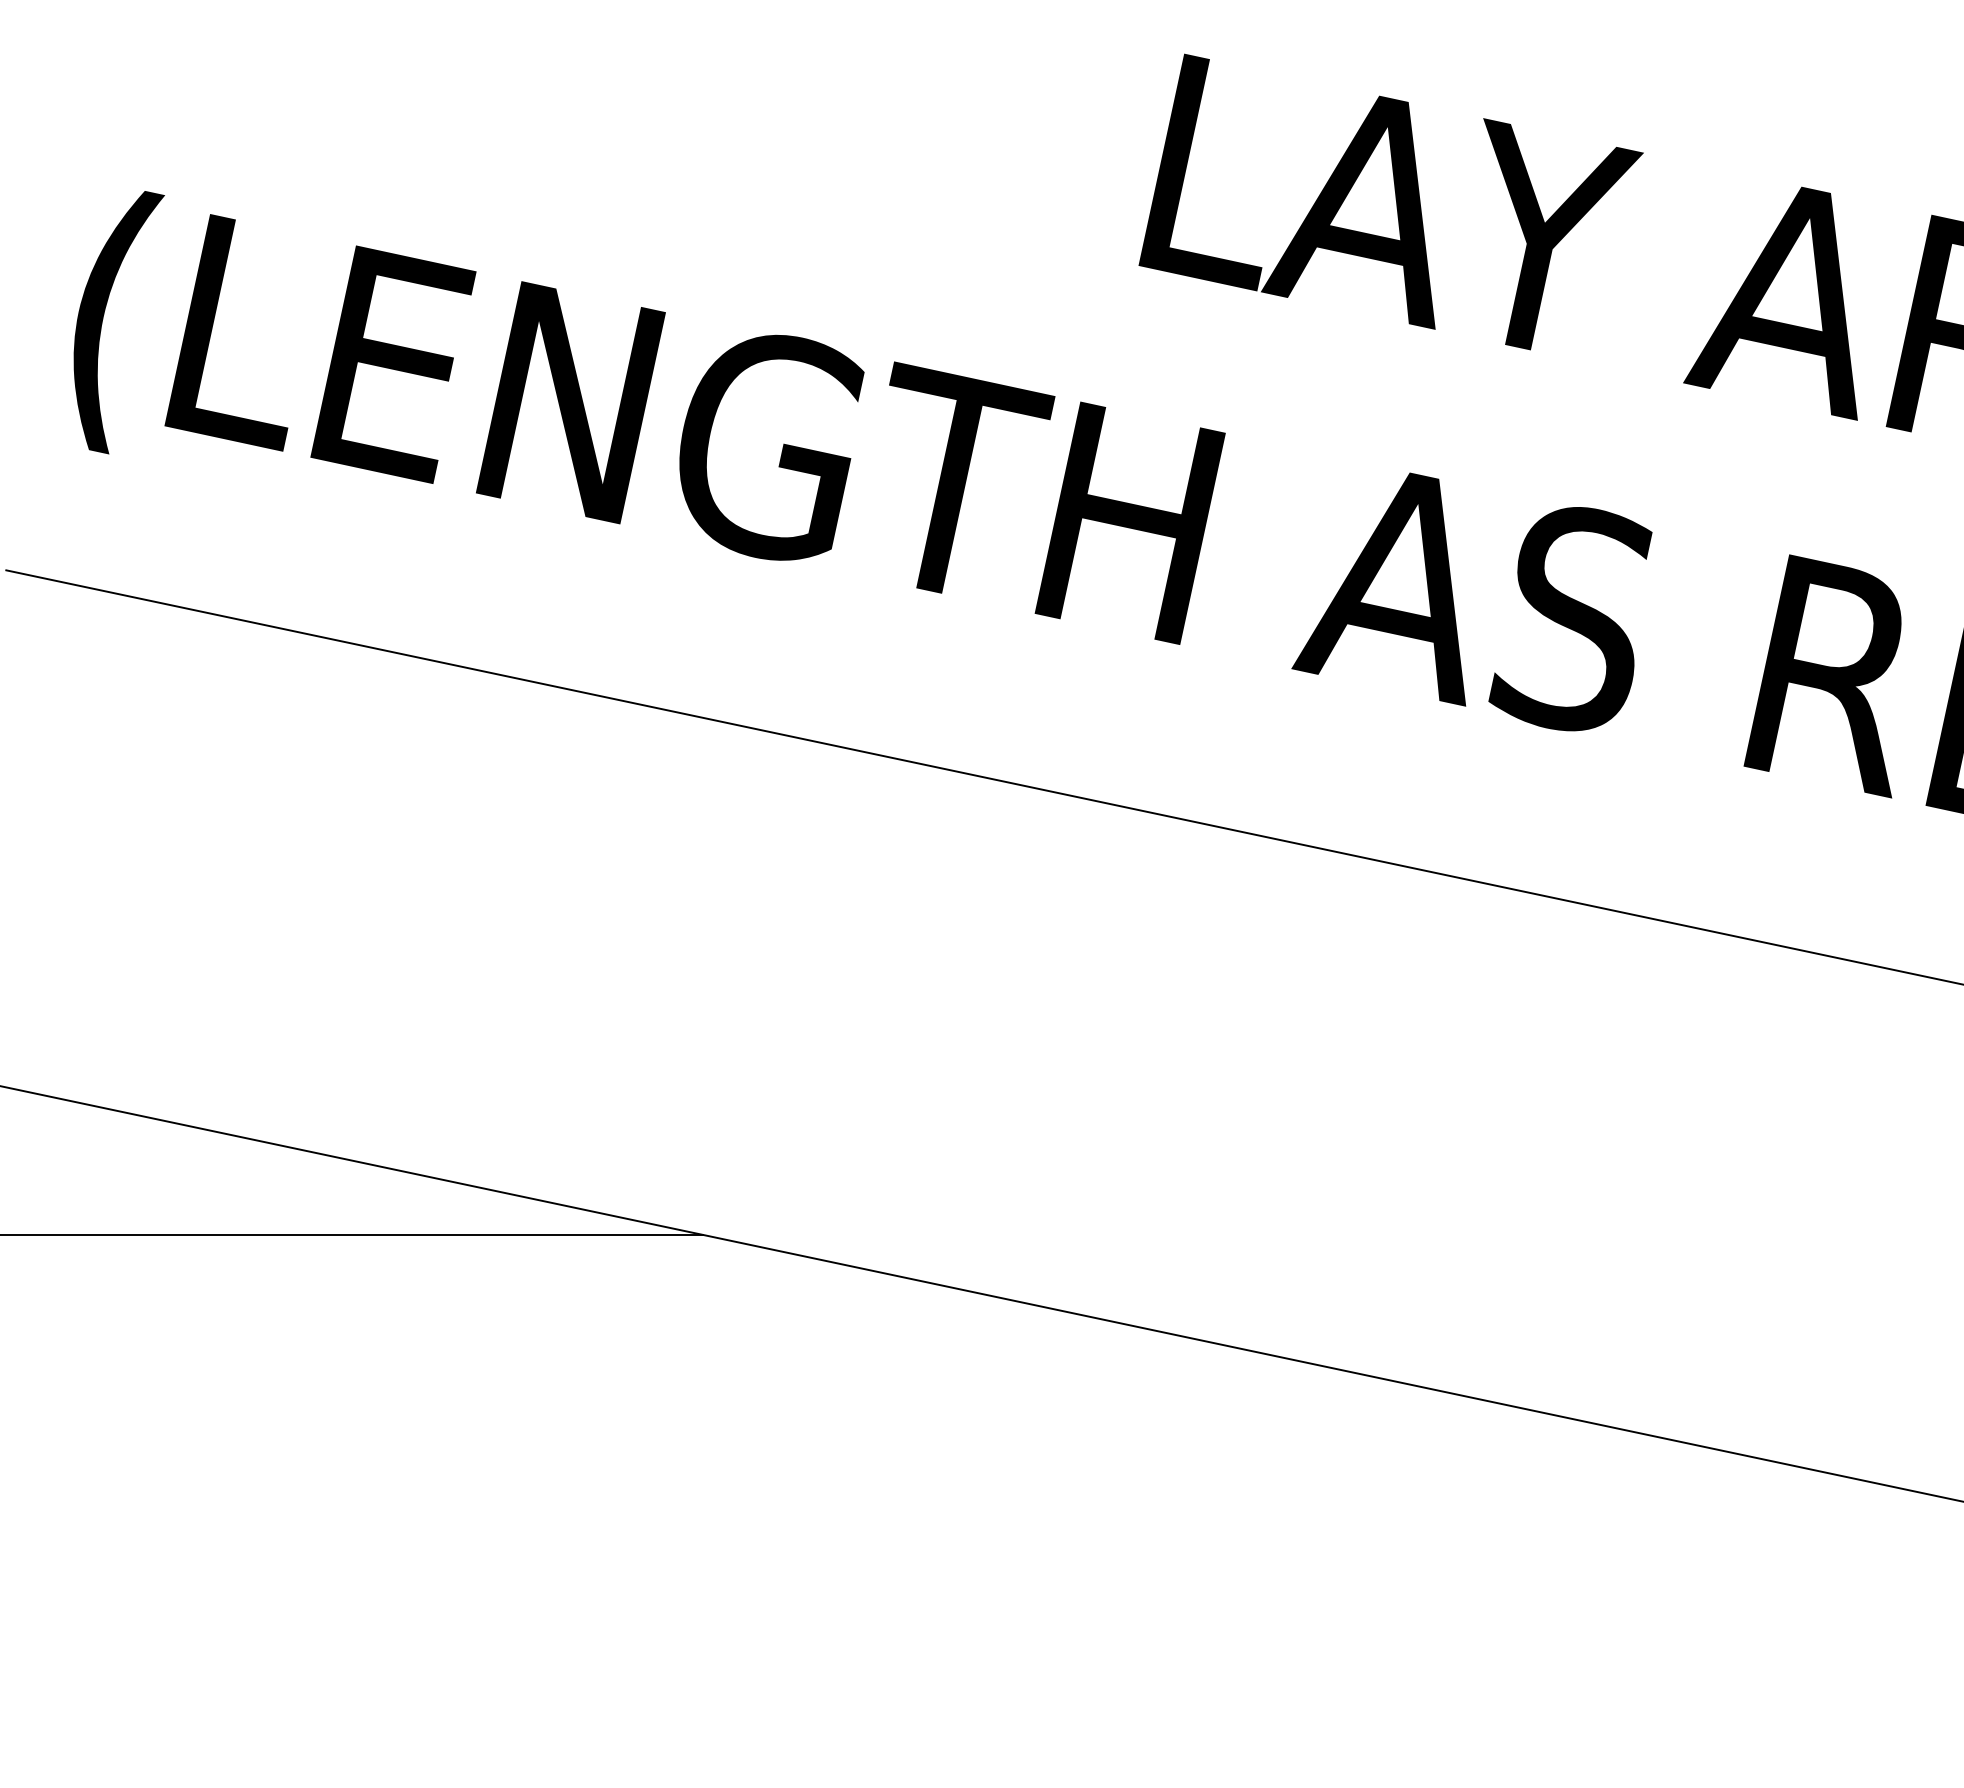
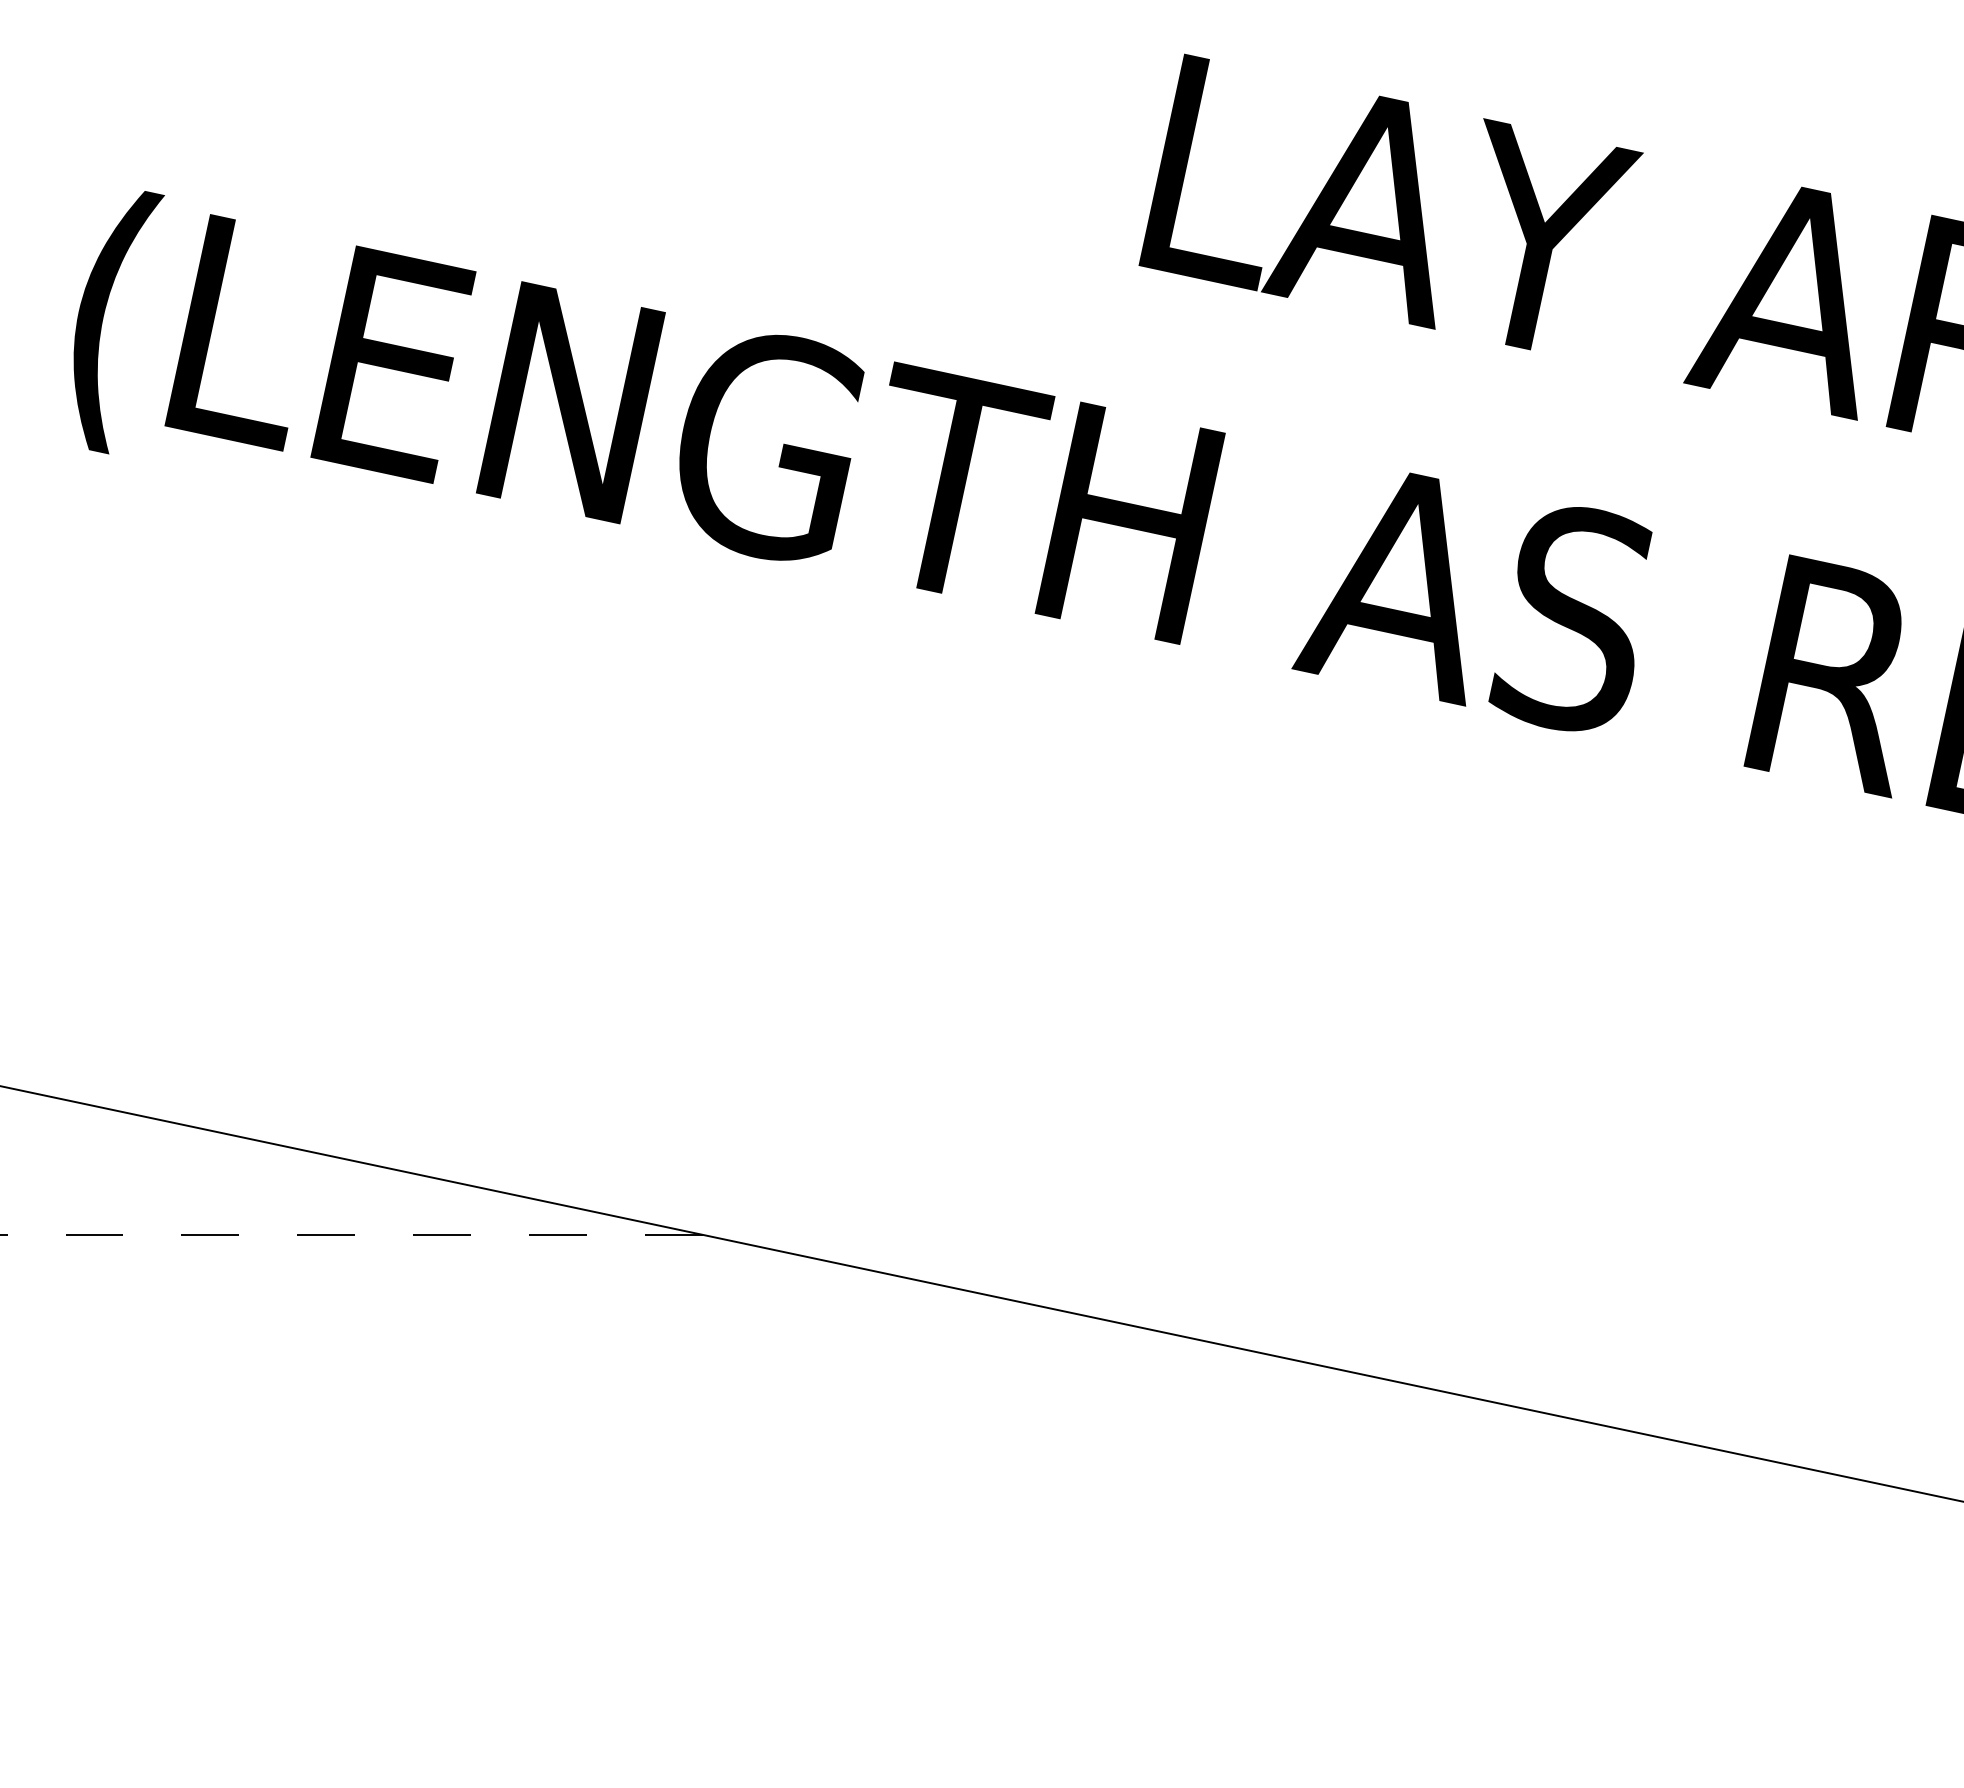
line at (983, 777): present -> none
line at (351, 1234): solid -> dashed
